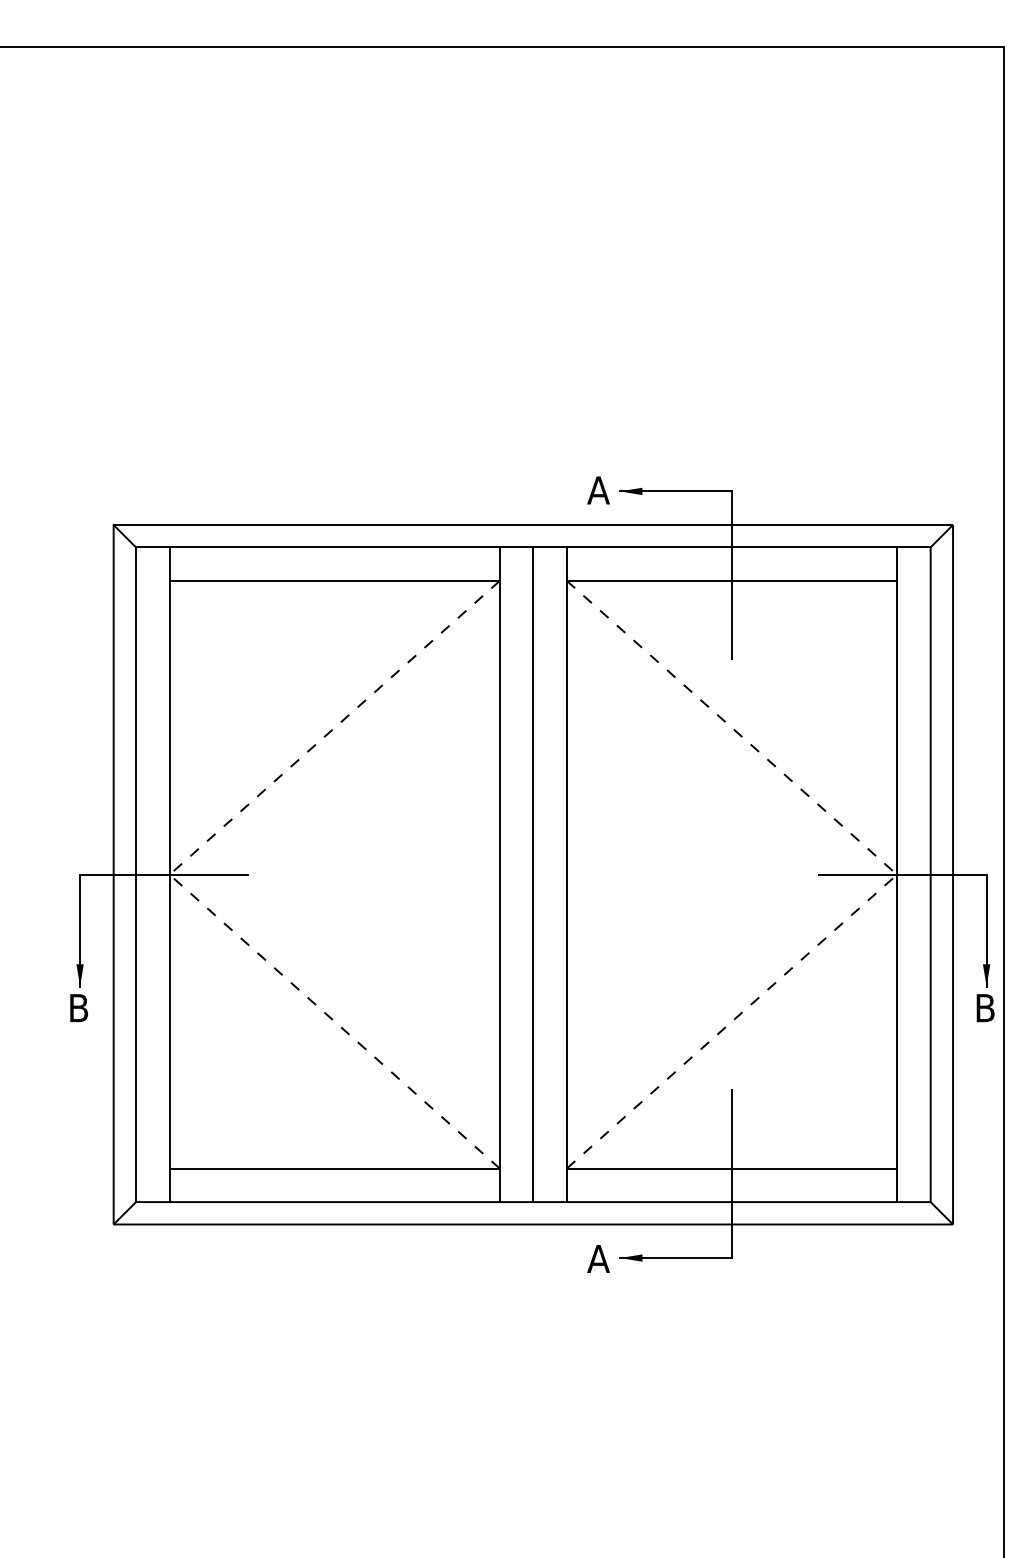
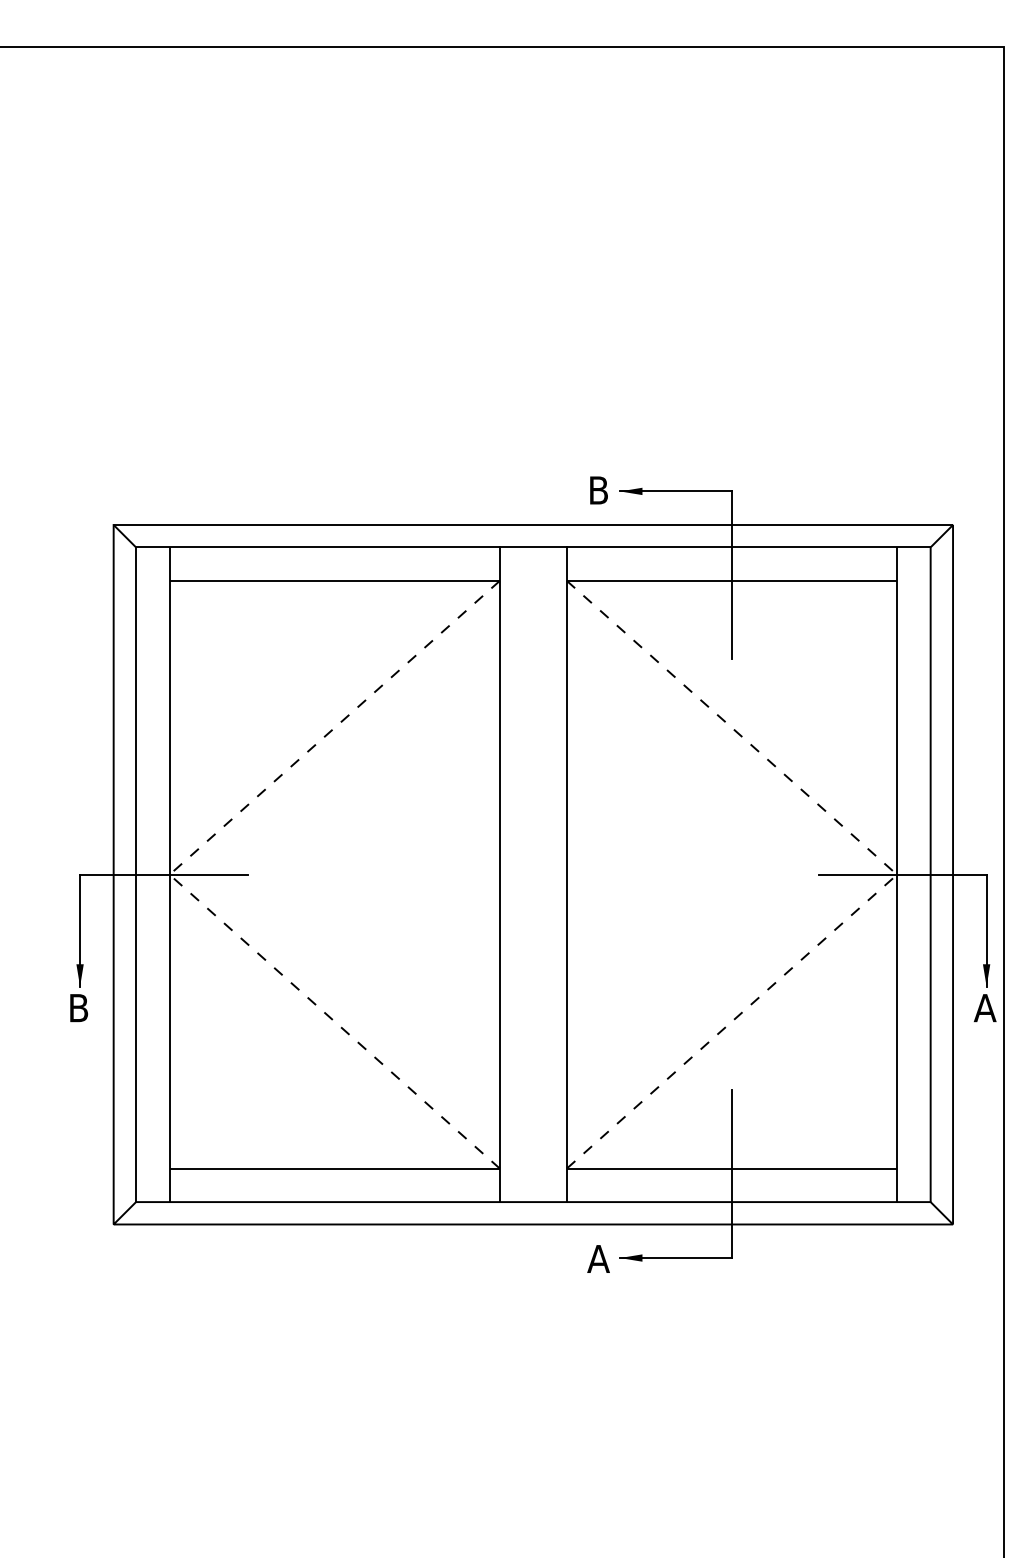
text at (598, 490): A -> B
line at (533, 874): present -> none
text at (984, 1008): B -> A
